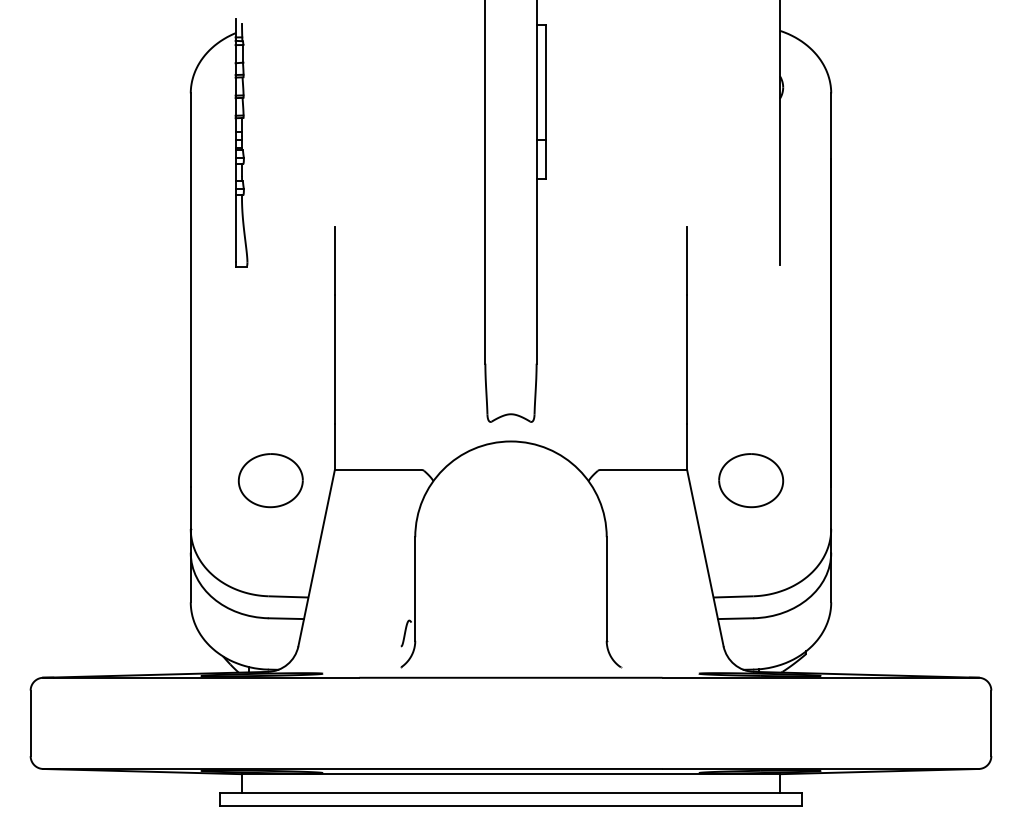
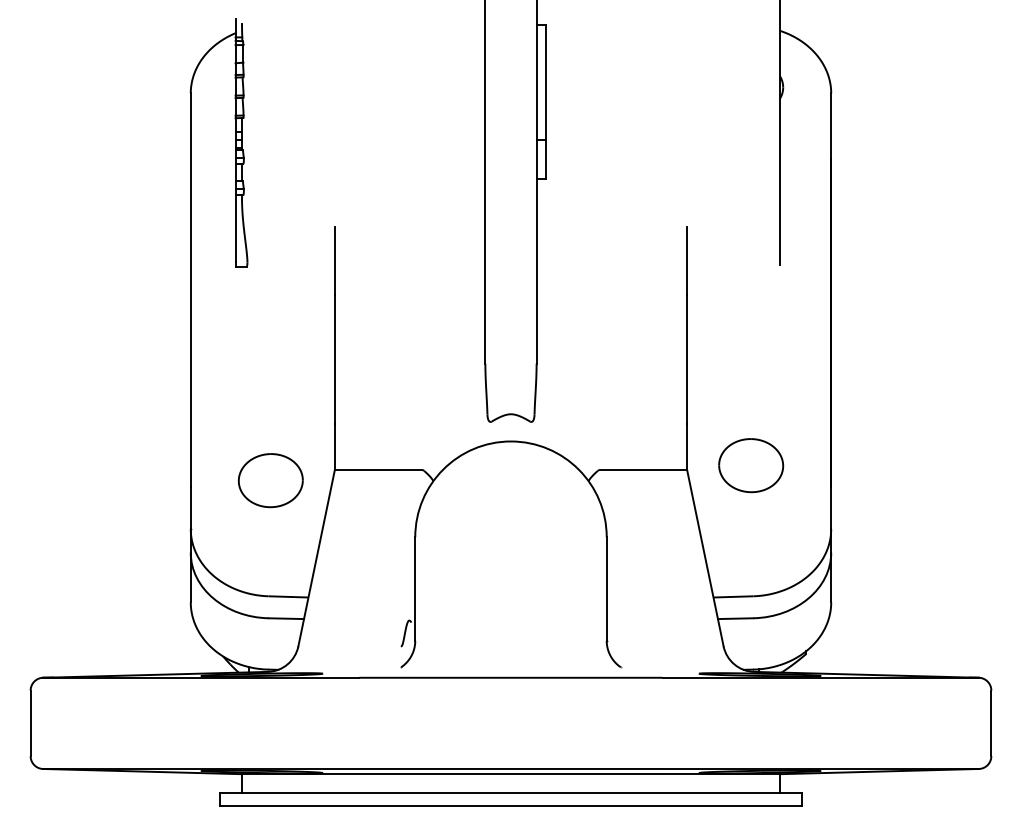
part at (751, 480) position: (751, 480) -> (751, 465)
